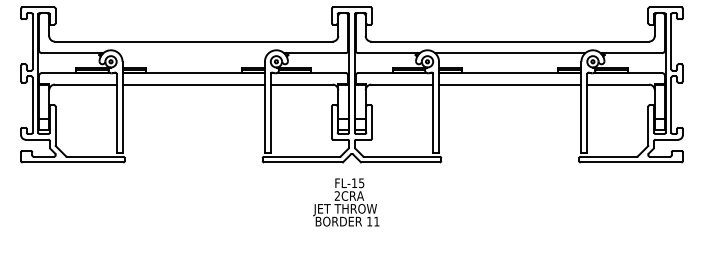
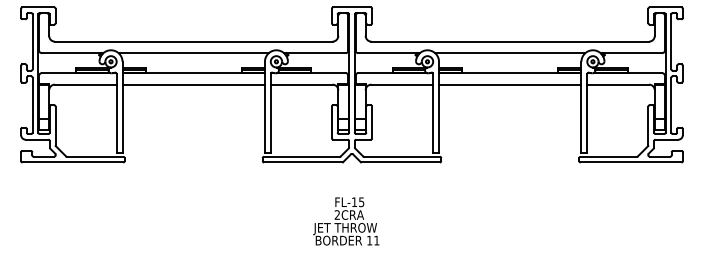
line at (193, 53): none -> present
text at (346, 202) position: (346, 202) -> (346, 221)
